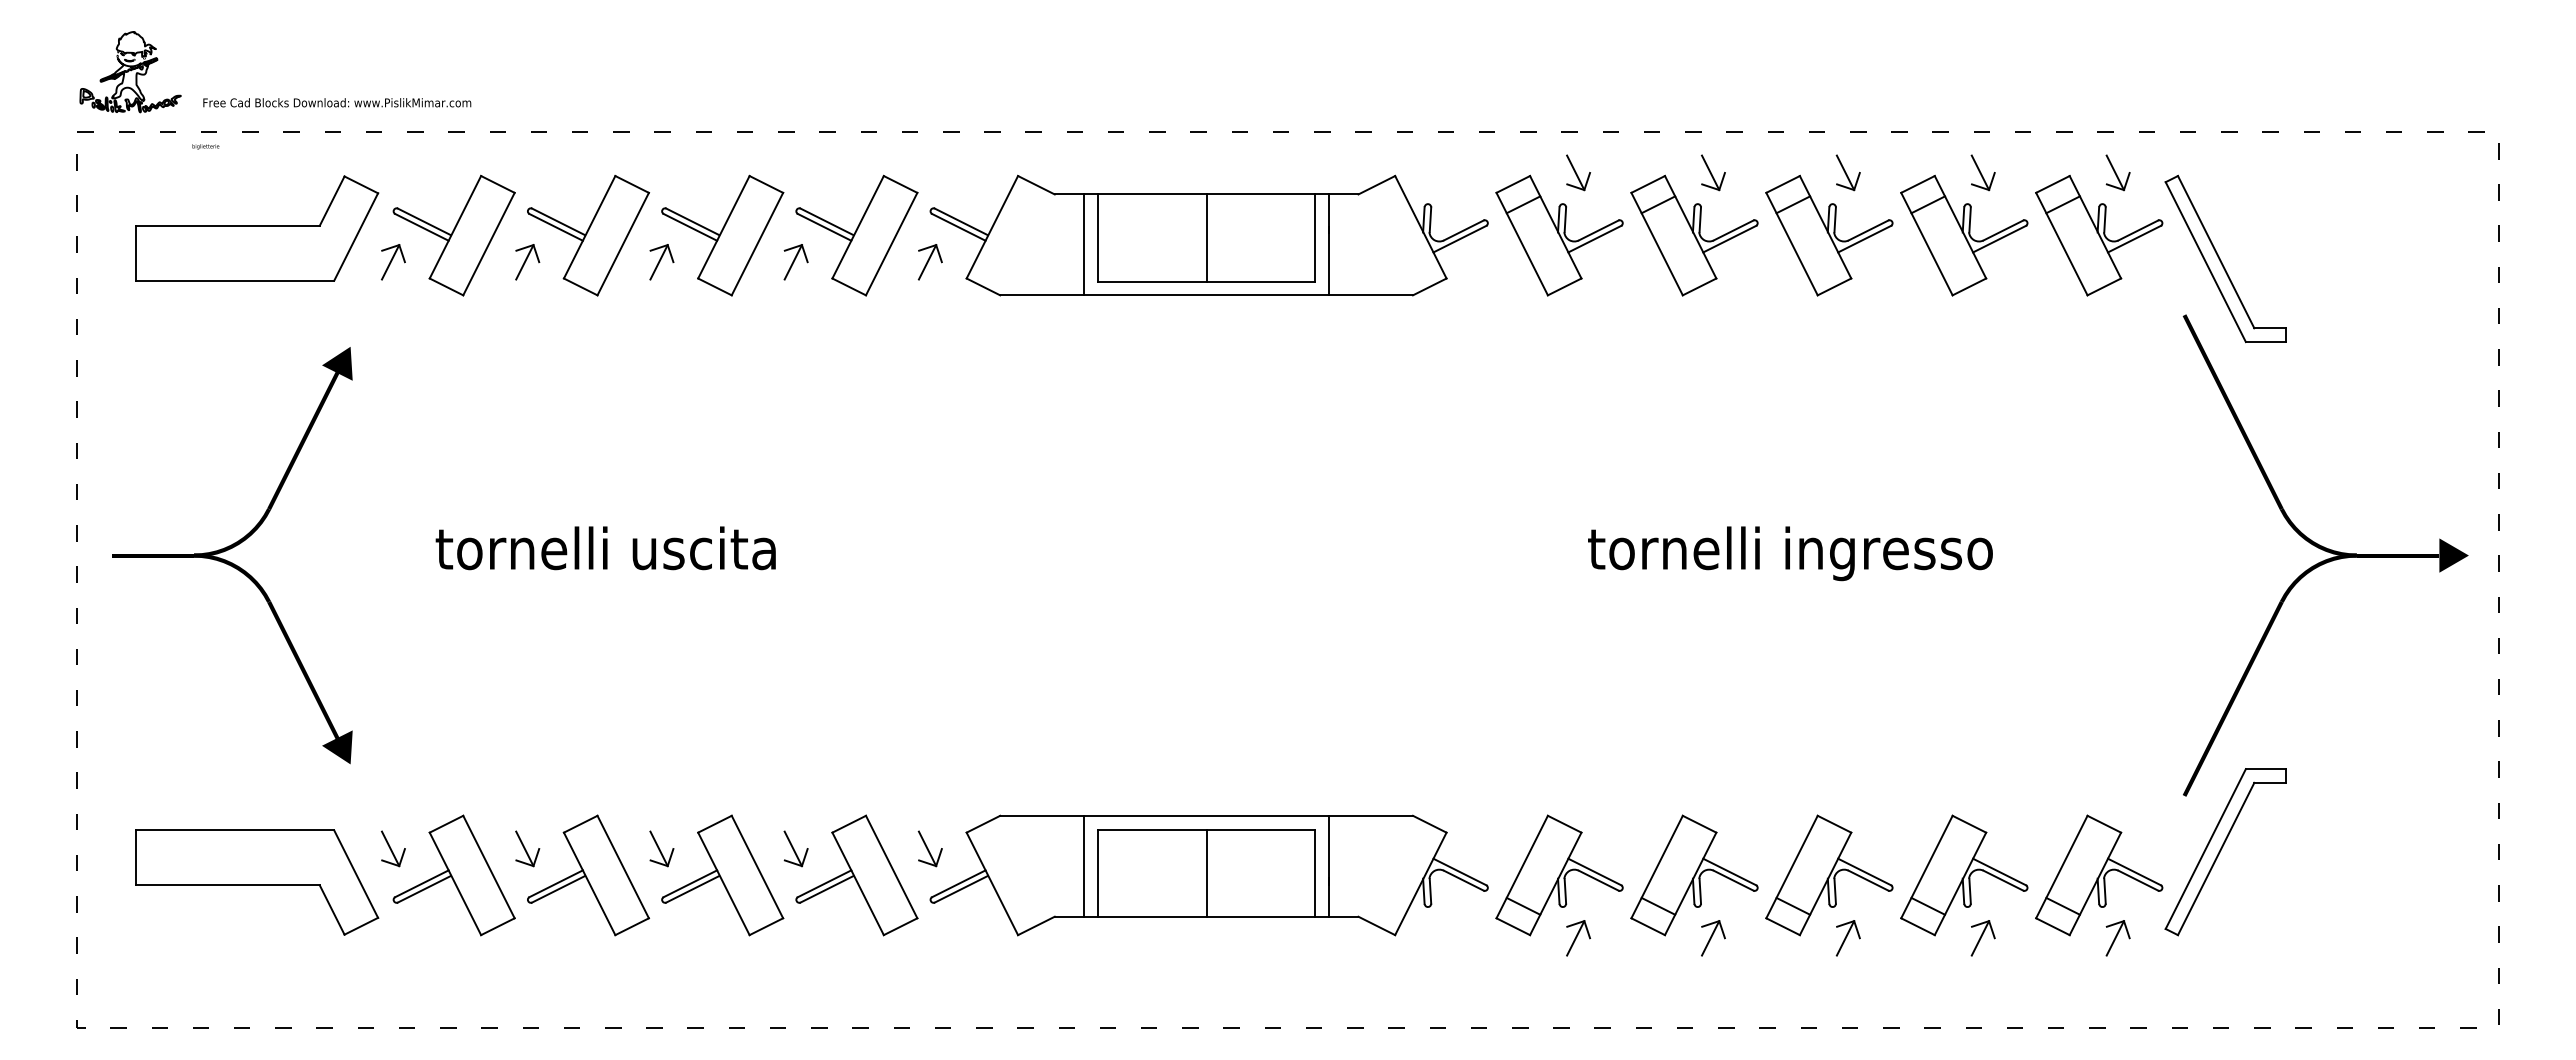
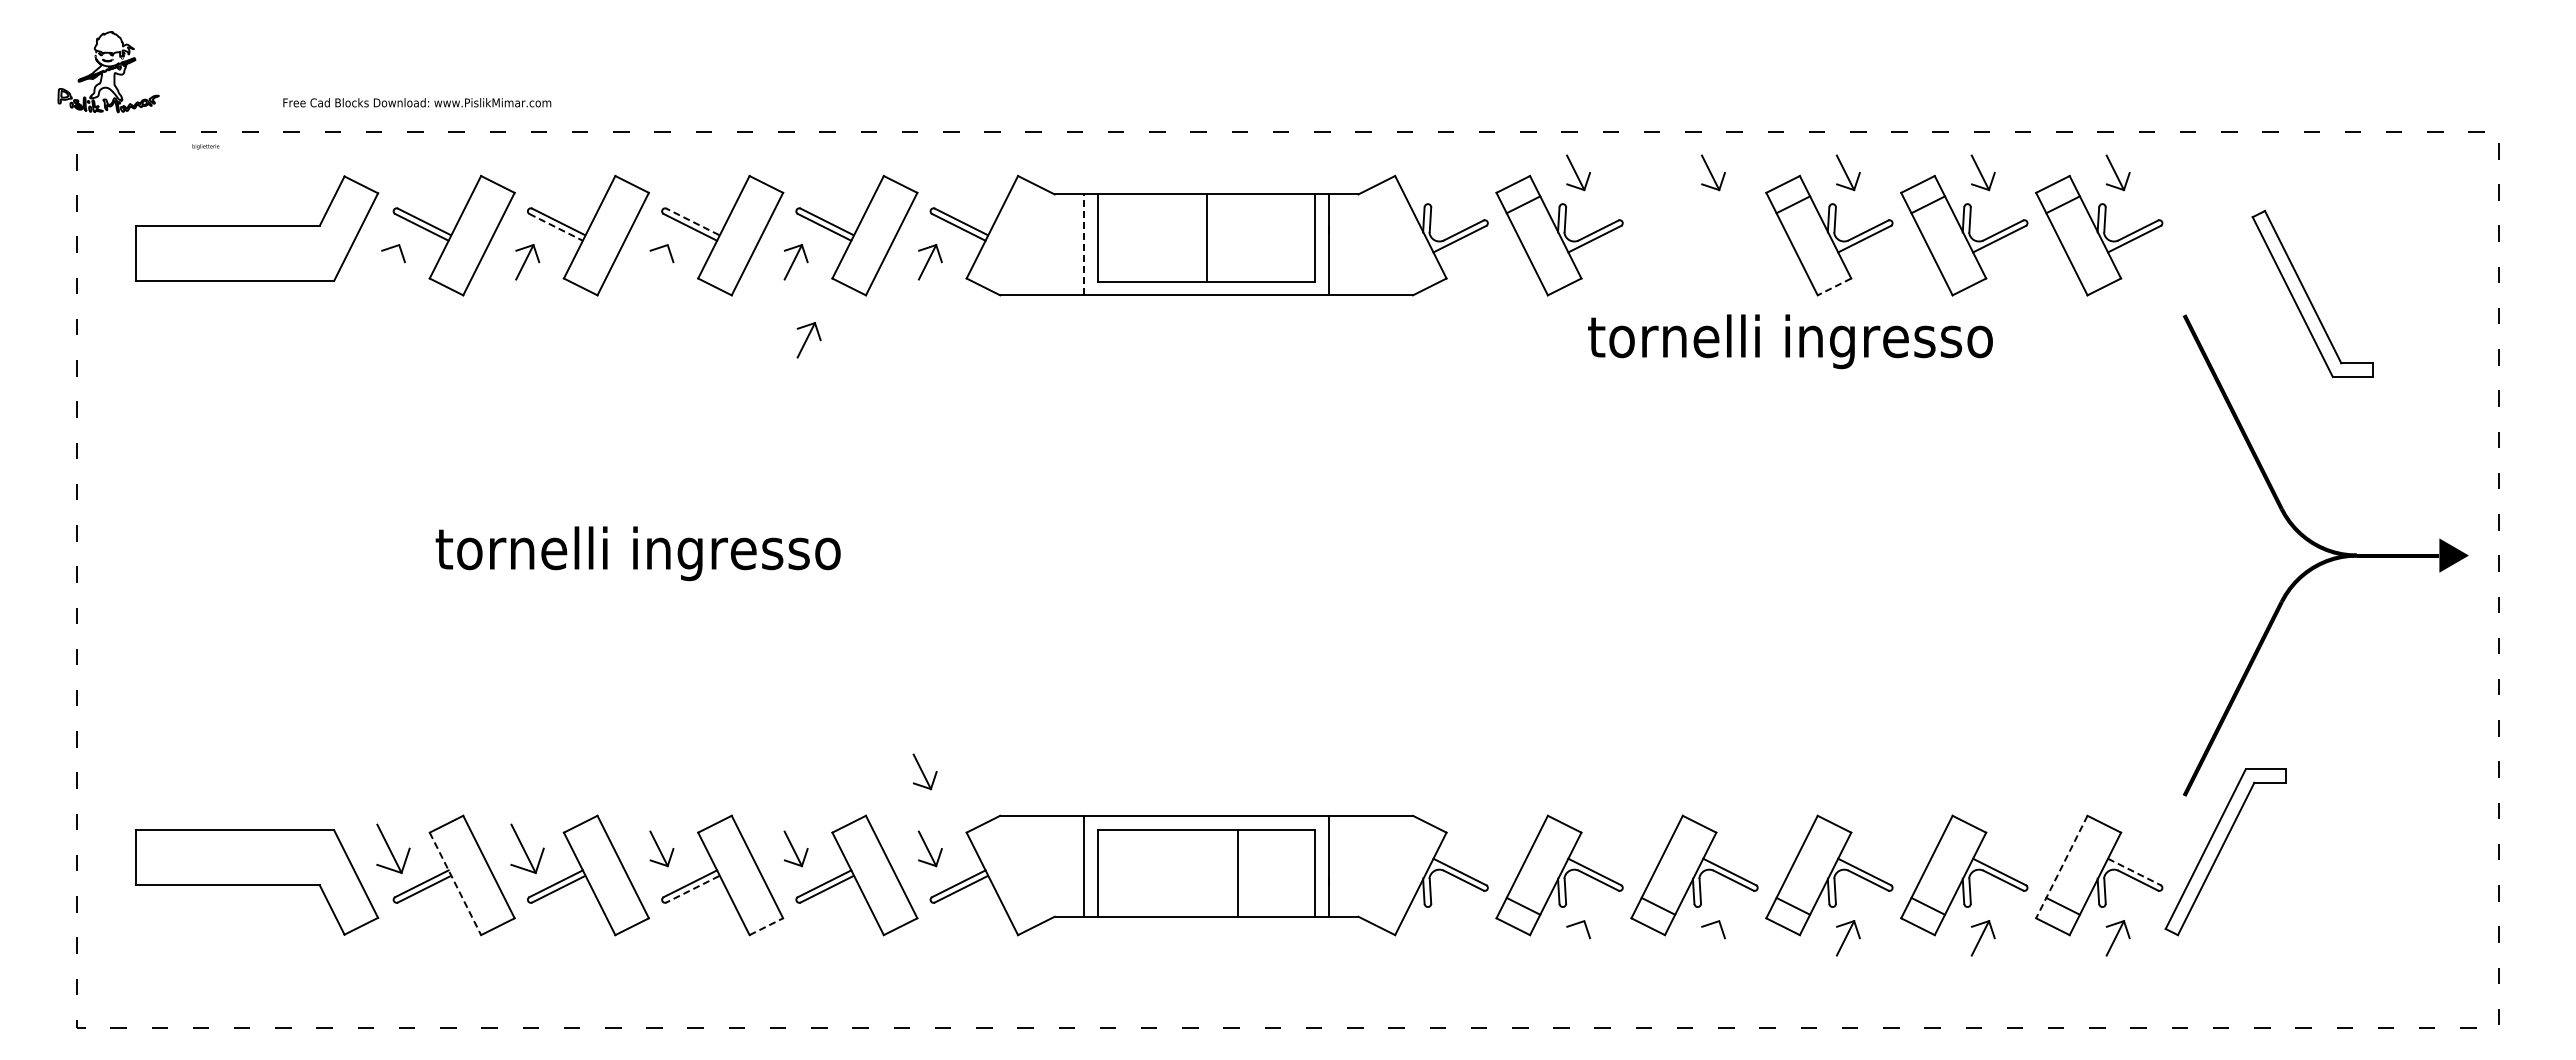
part at (130, 72) position: (130, 72) -> (108, 72)
text at (337, 102) position: (337, 102) -> (417, 102)
line at (692, 221): solid -> dashed
line at (556, 227): solid -> dashed
part at (1694, 235): present -> none
line at (1084, 244): solid -> dashed
part at (2225, 258) position: (2225, 258) -> (2312, 293)
line at (390, 262): present -> none
line at (658, 262): present -> none
line at (1834, 286): solid -> dashed
part at (808, 340): none -> present
part at (230, 549): present -> none
text at (736, 553): tornelli uscita -> tornelli ingresso
text at (1790, 553) position: (1790, 553) -> (1790, 341)
part at (924, 771): none -> present
part at (393, 848) size: 25x38 px -> 35x51 px
part at (527, 848) size: 26x38 px -> 35x51 px
line at (2061, 867): solid -> dashed
line at (1206, 872) position: (1206, 872) -> (1237, 872)
line at (2134, 872): solid -> dashed
line at (455, 884): solid -> dashed
line at (692, 889): solid -> dashed
line at (766, 926): solid -> dashed
line at (1575, 938): present -> none
line at (1710, 938): present -> none
